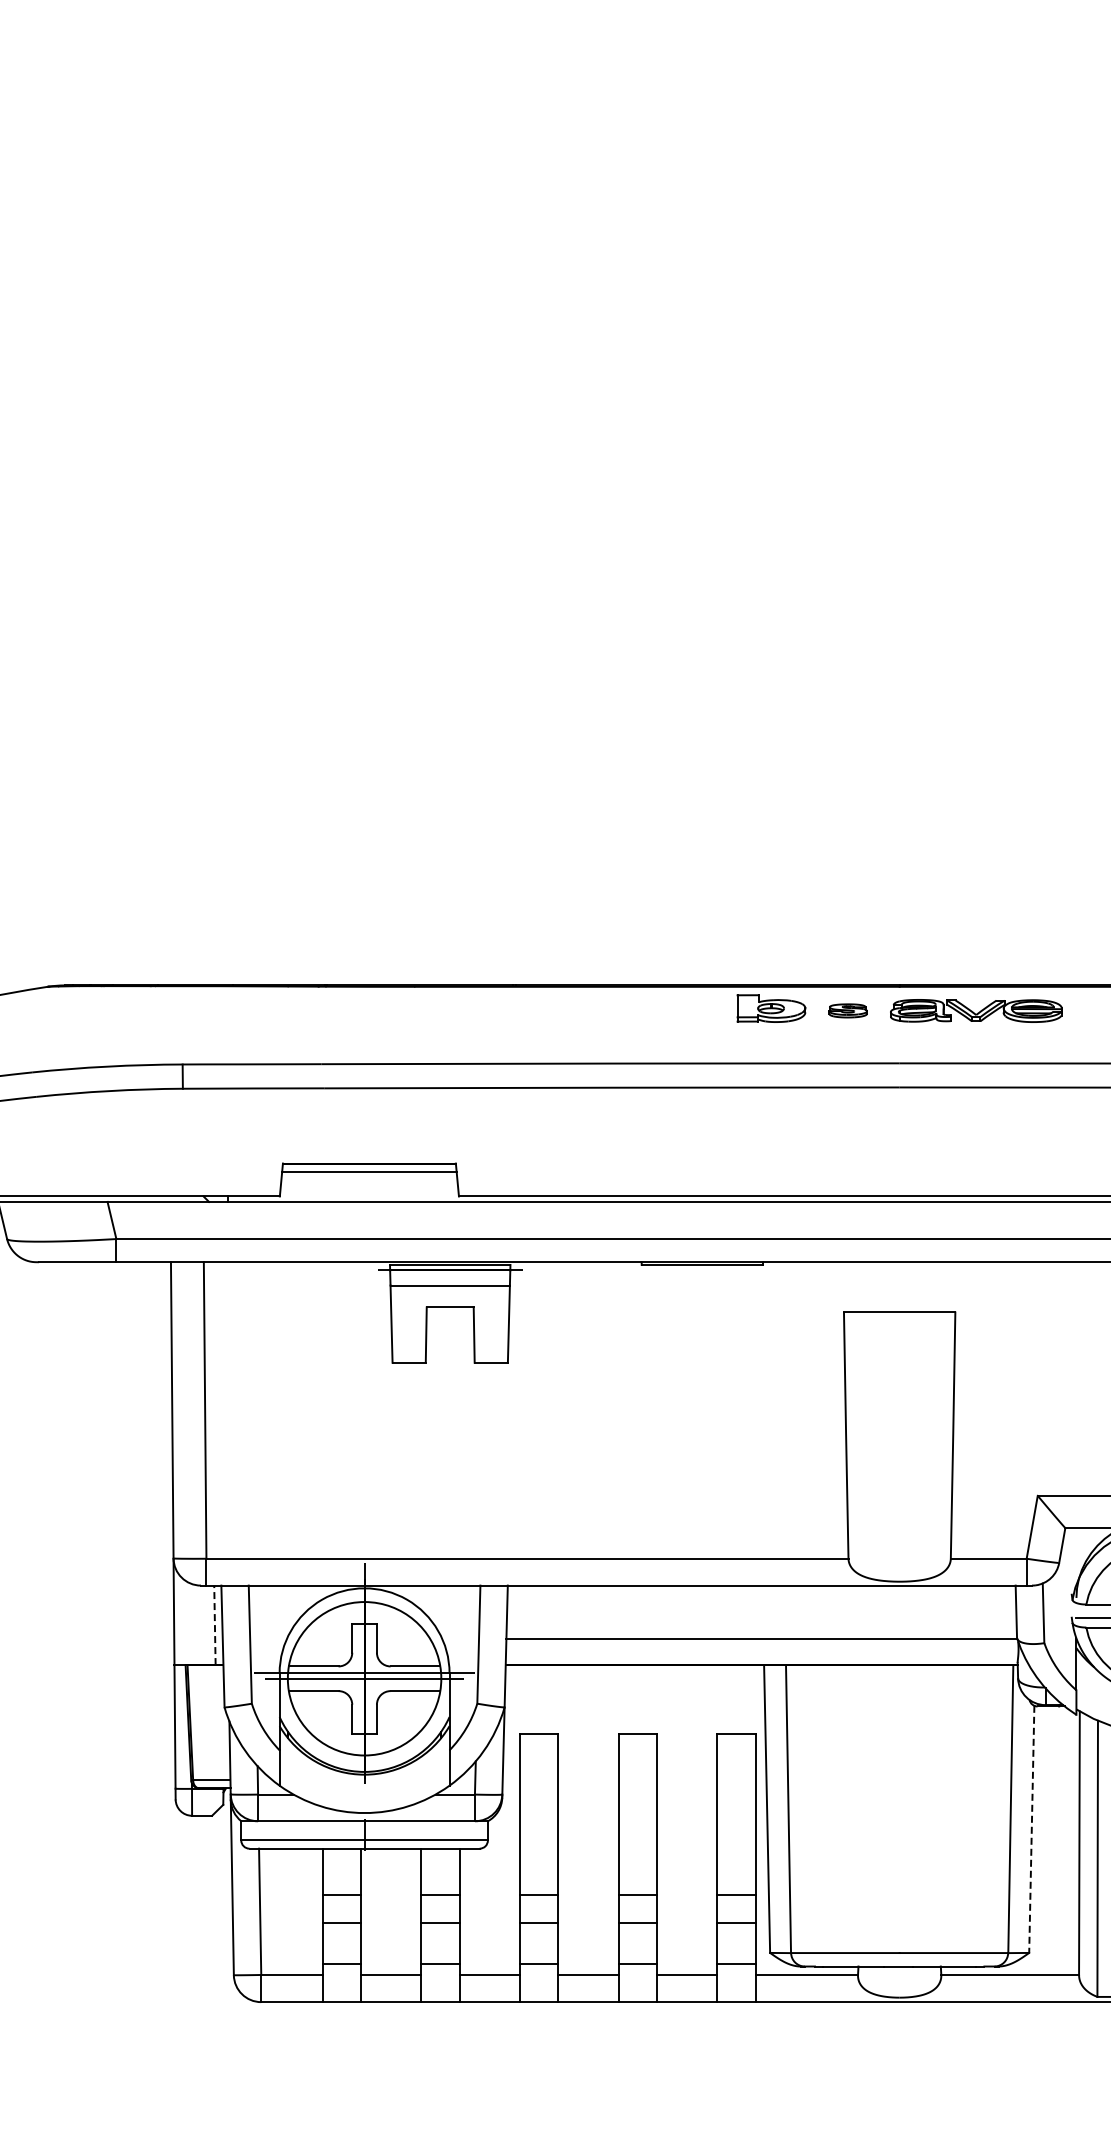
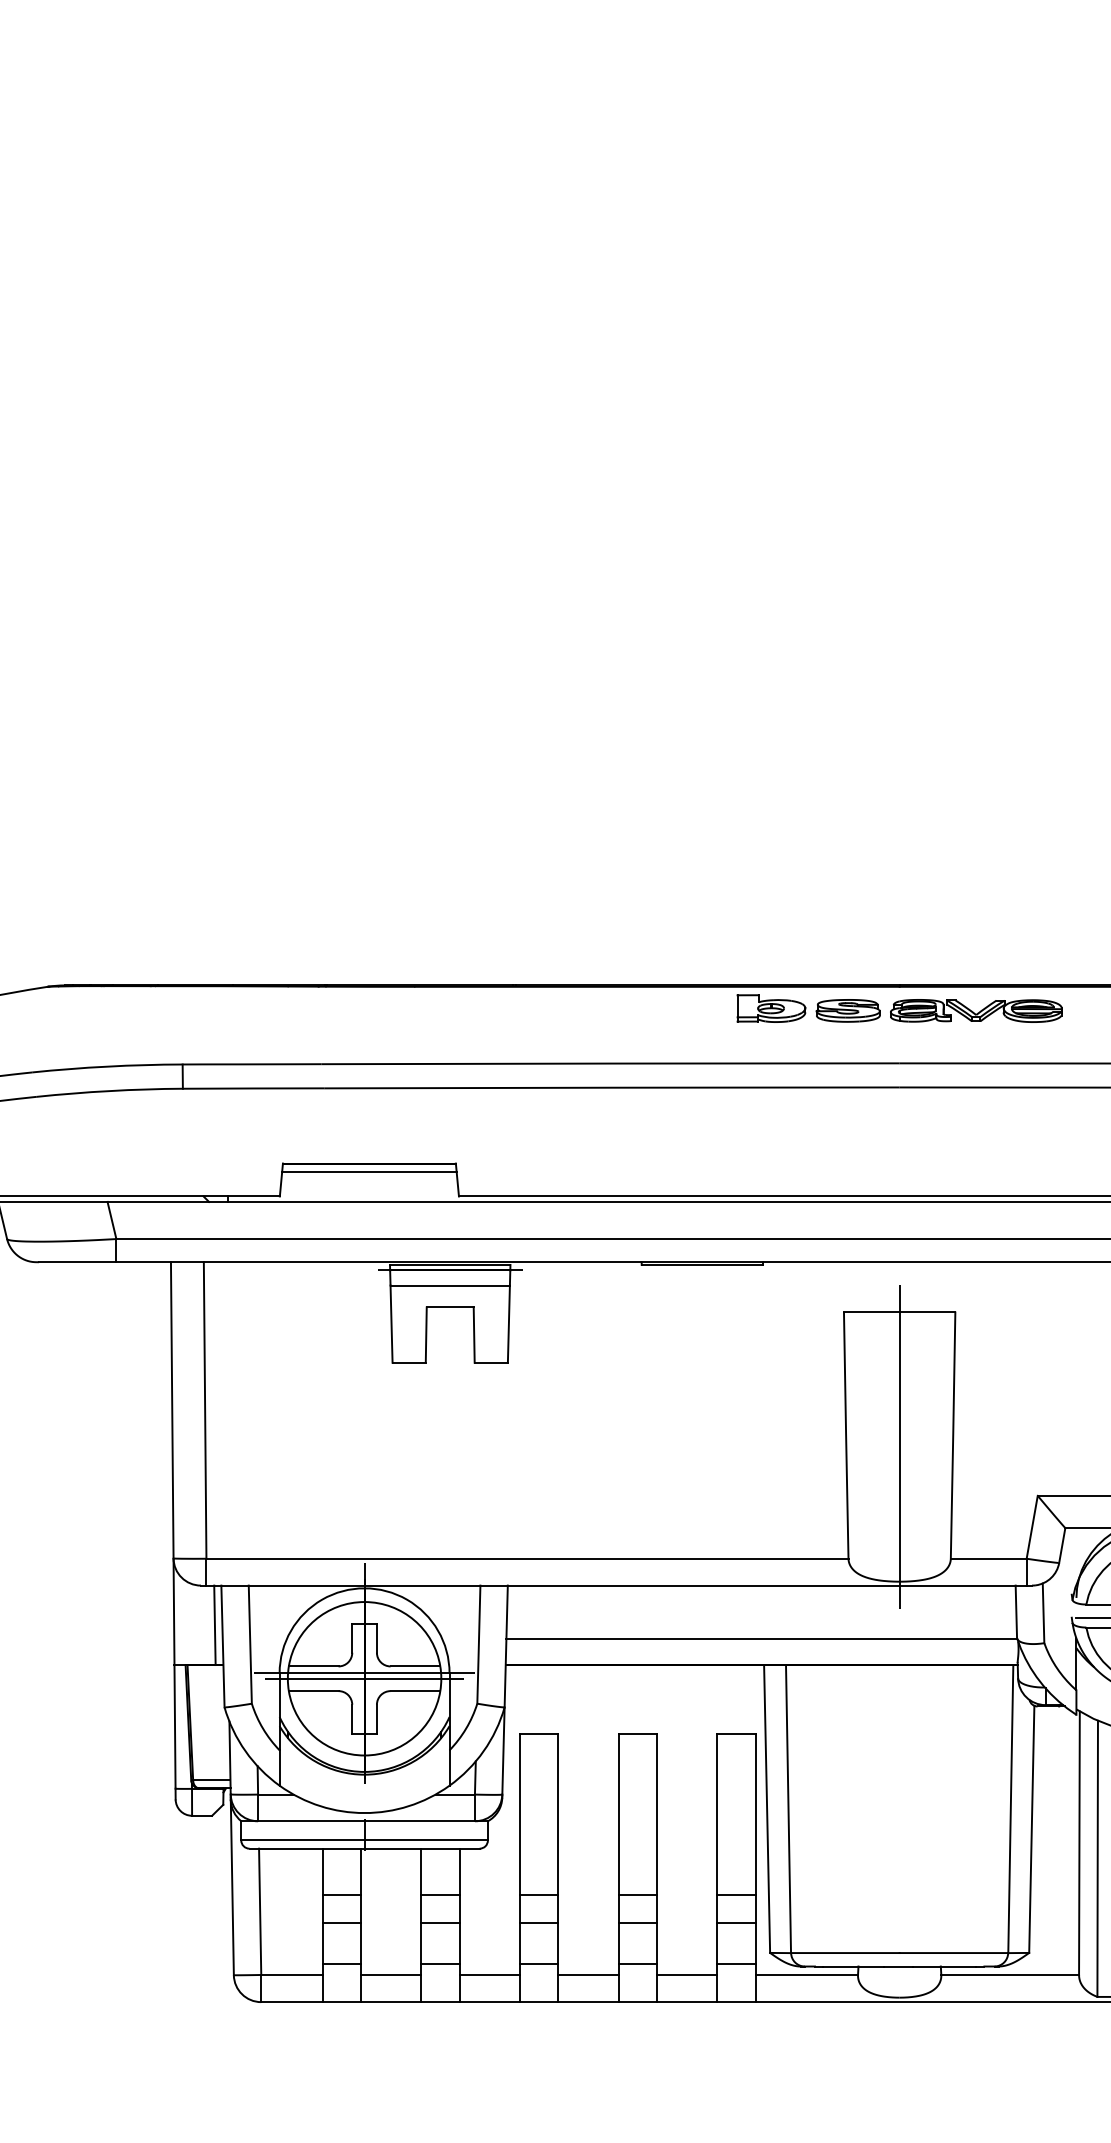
part at (847, 1010) size: 40x16 px -> 66x24 px
line at (899, 1446): none -> present
line at (214, 1625): dashed -> solid
line at (1031, 1829): dashed -> solid
